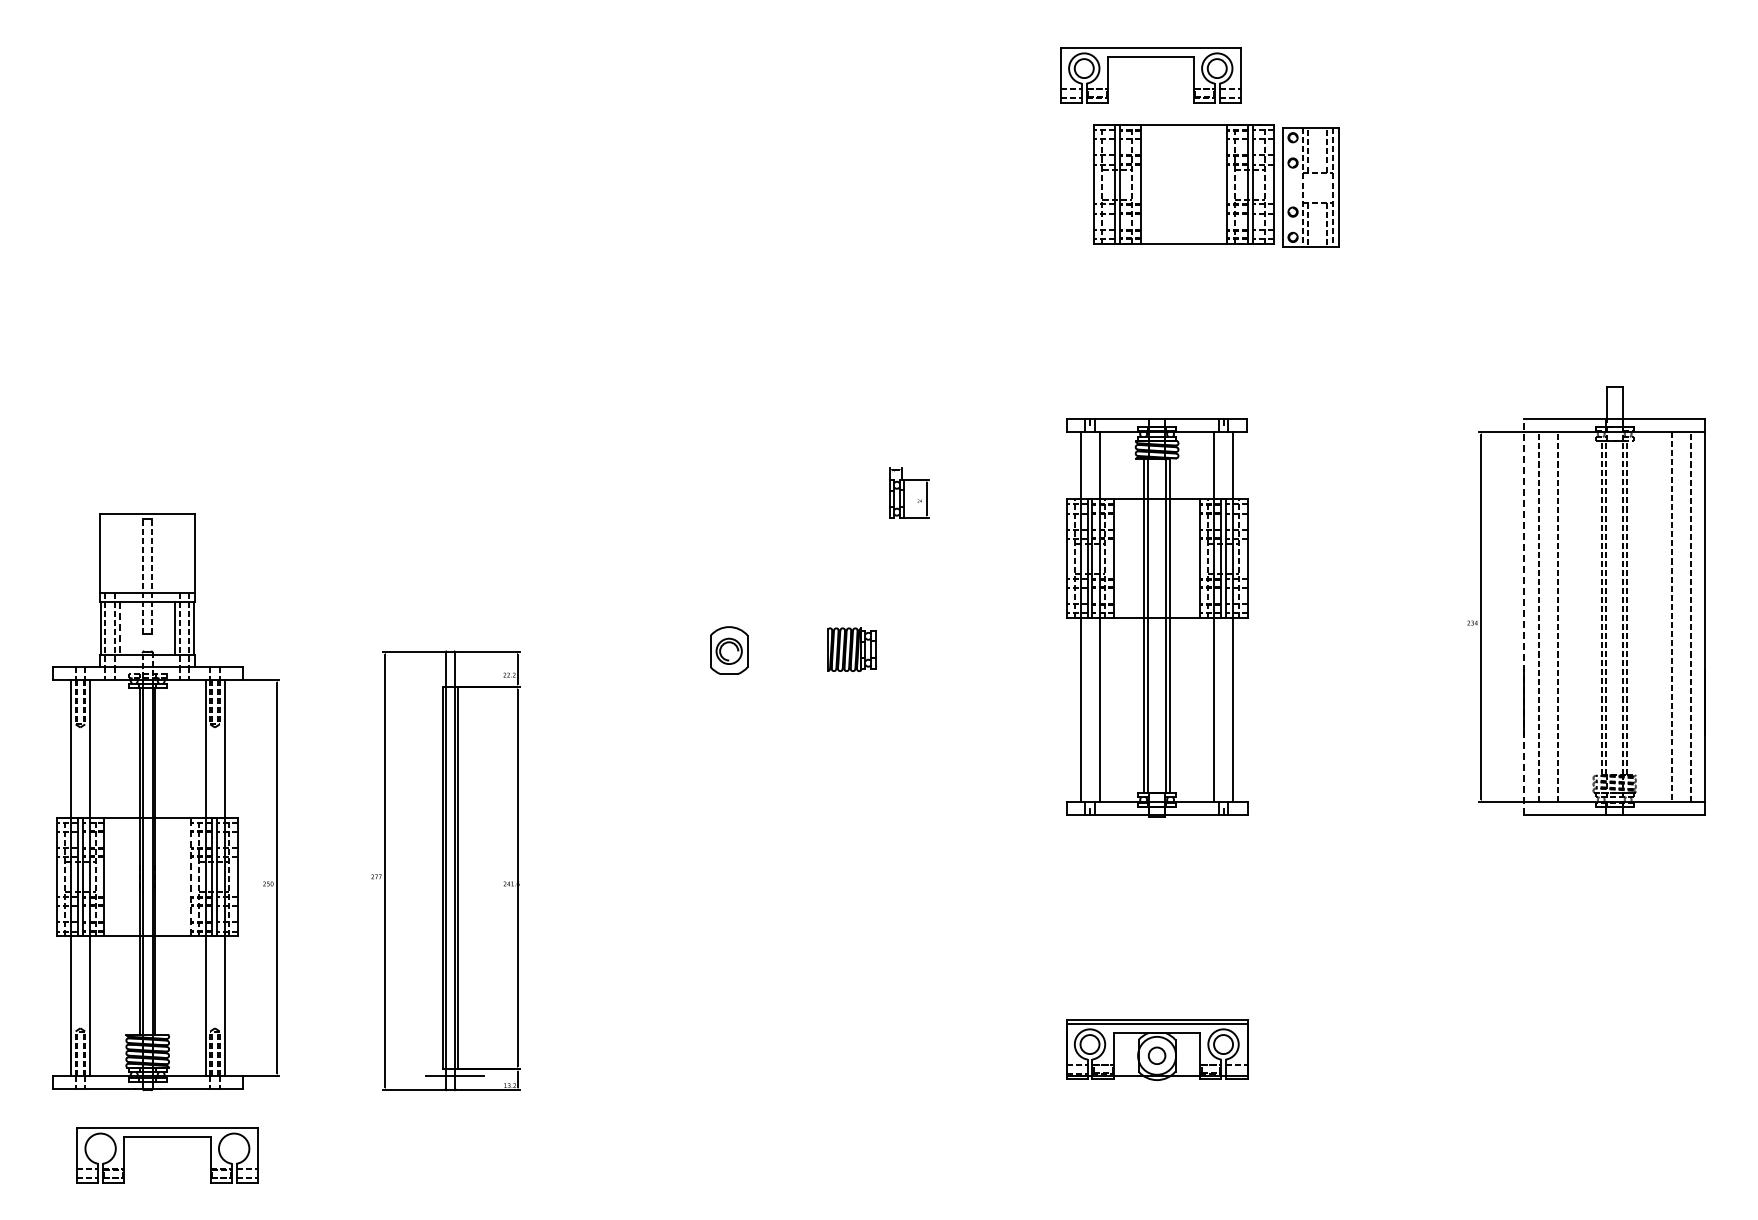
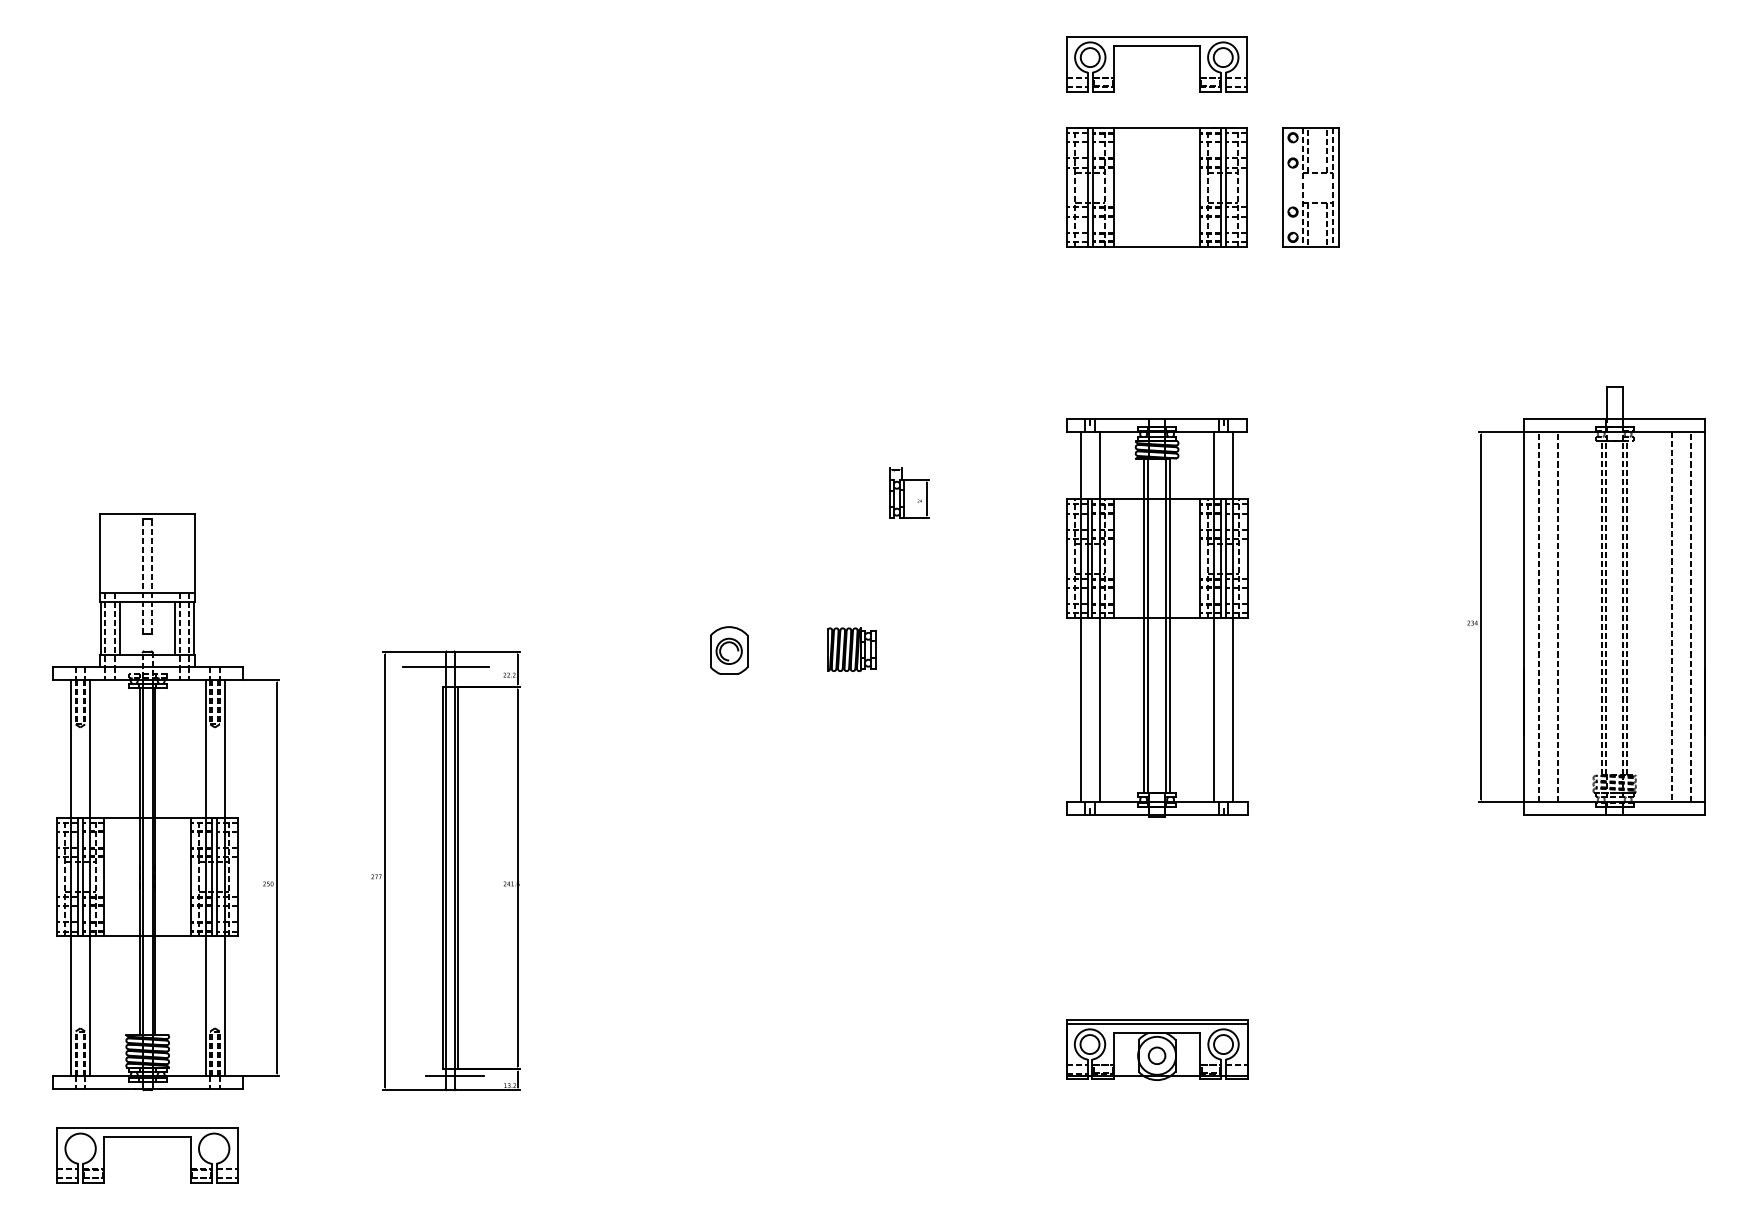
part at (1150, 57) position: (1150, 57) -> (1156, 46)
part at (1183, 184) position: (1183, 184) -> (1156, 187)
line at (1524, 617): dashed -> solid
line at (119, 629): dashed -> solid
line at (446, 667): none -> present
line at (191, 876): dashed -> solid
part at (167, 1137) position: (167, 1137) -> (147, 1137)
